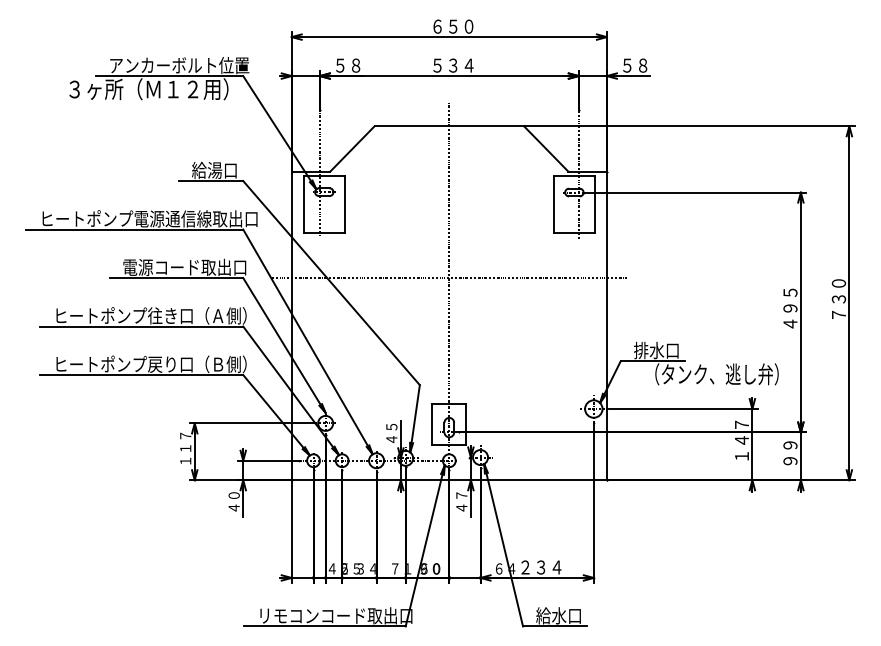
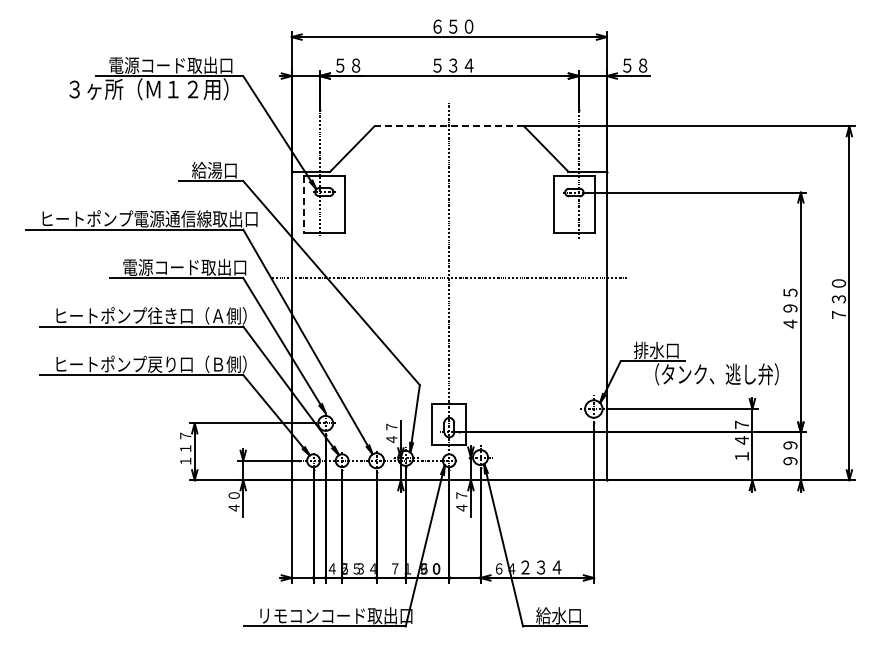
text at (179, 65): アンカーボルト位置 -> 電源コード取出口
line at (449, 126): solid -> dashed
line at (303, 204): solid -> dashed
text at (391, 426): ４５ -> ４７
